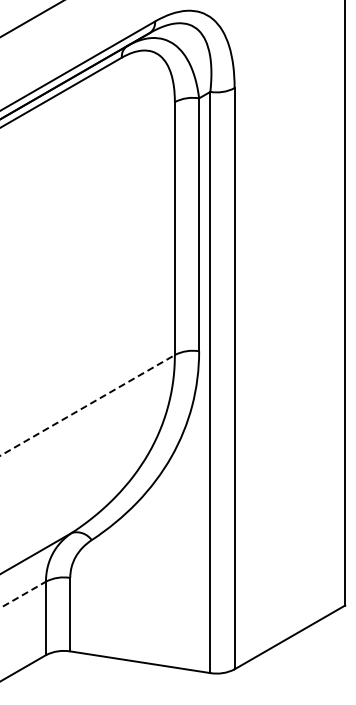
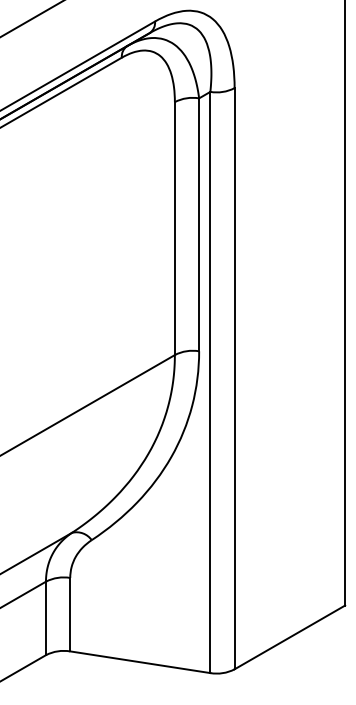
line at (87, 405): dashed -> solid
line at (23, 594): dashed -> solid
